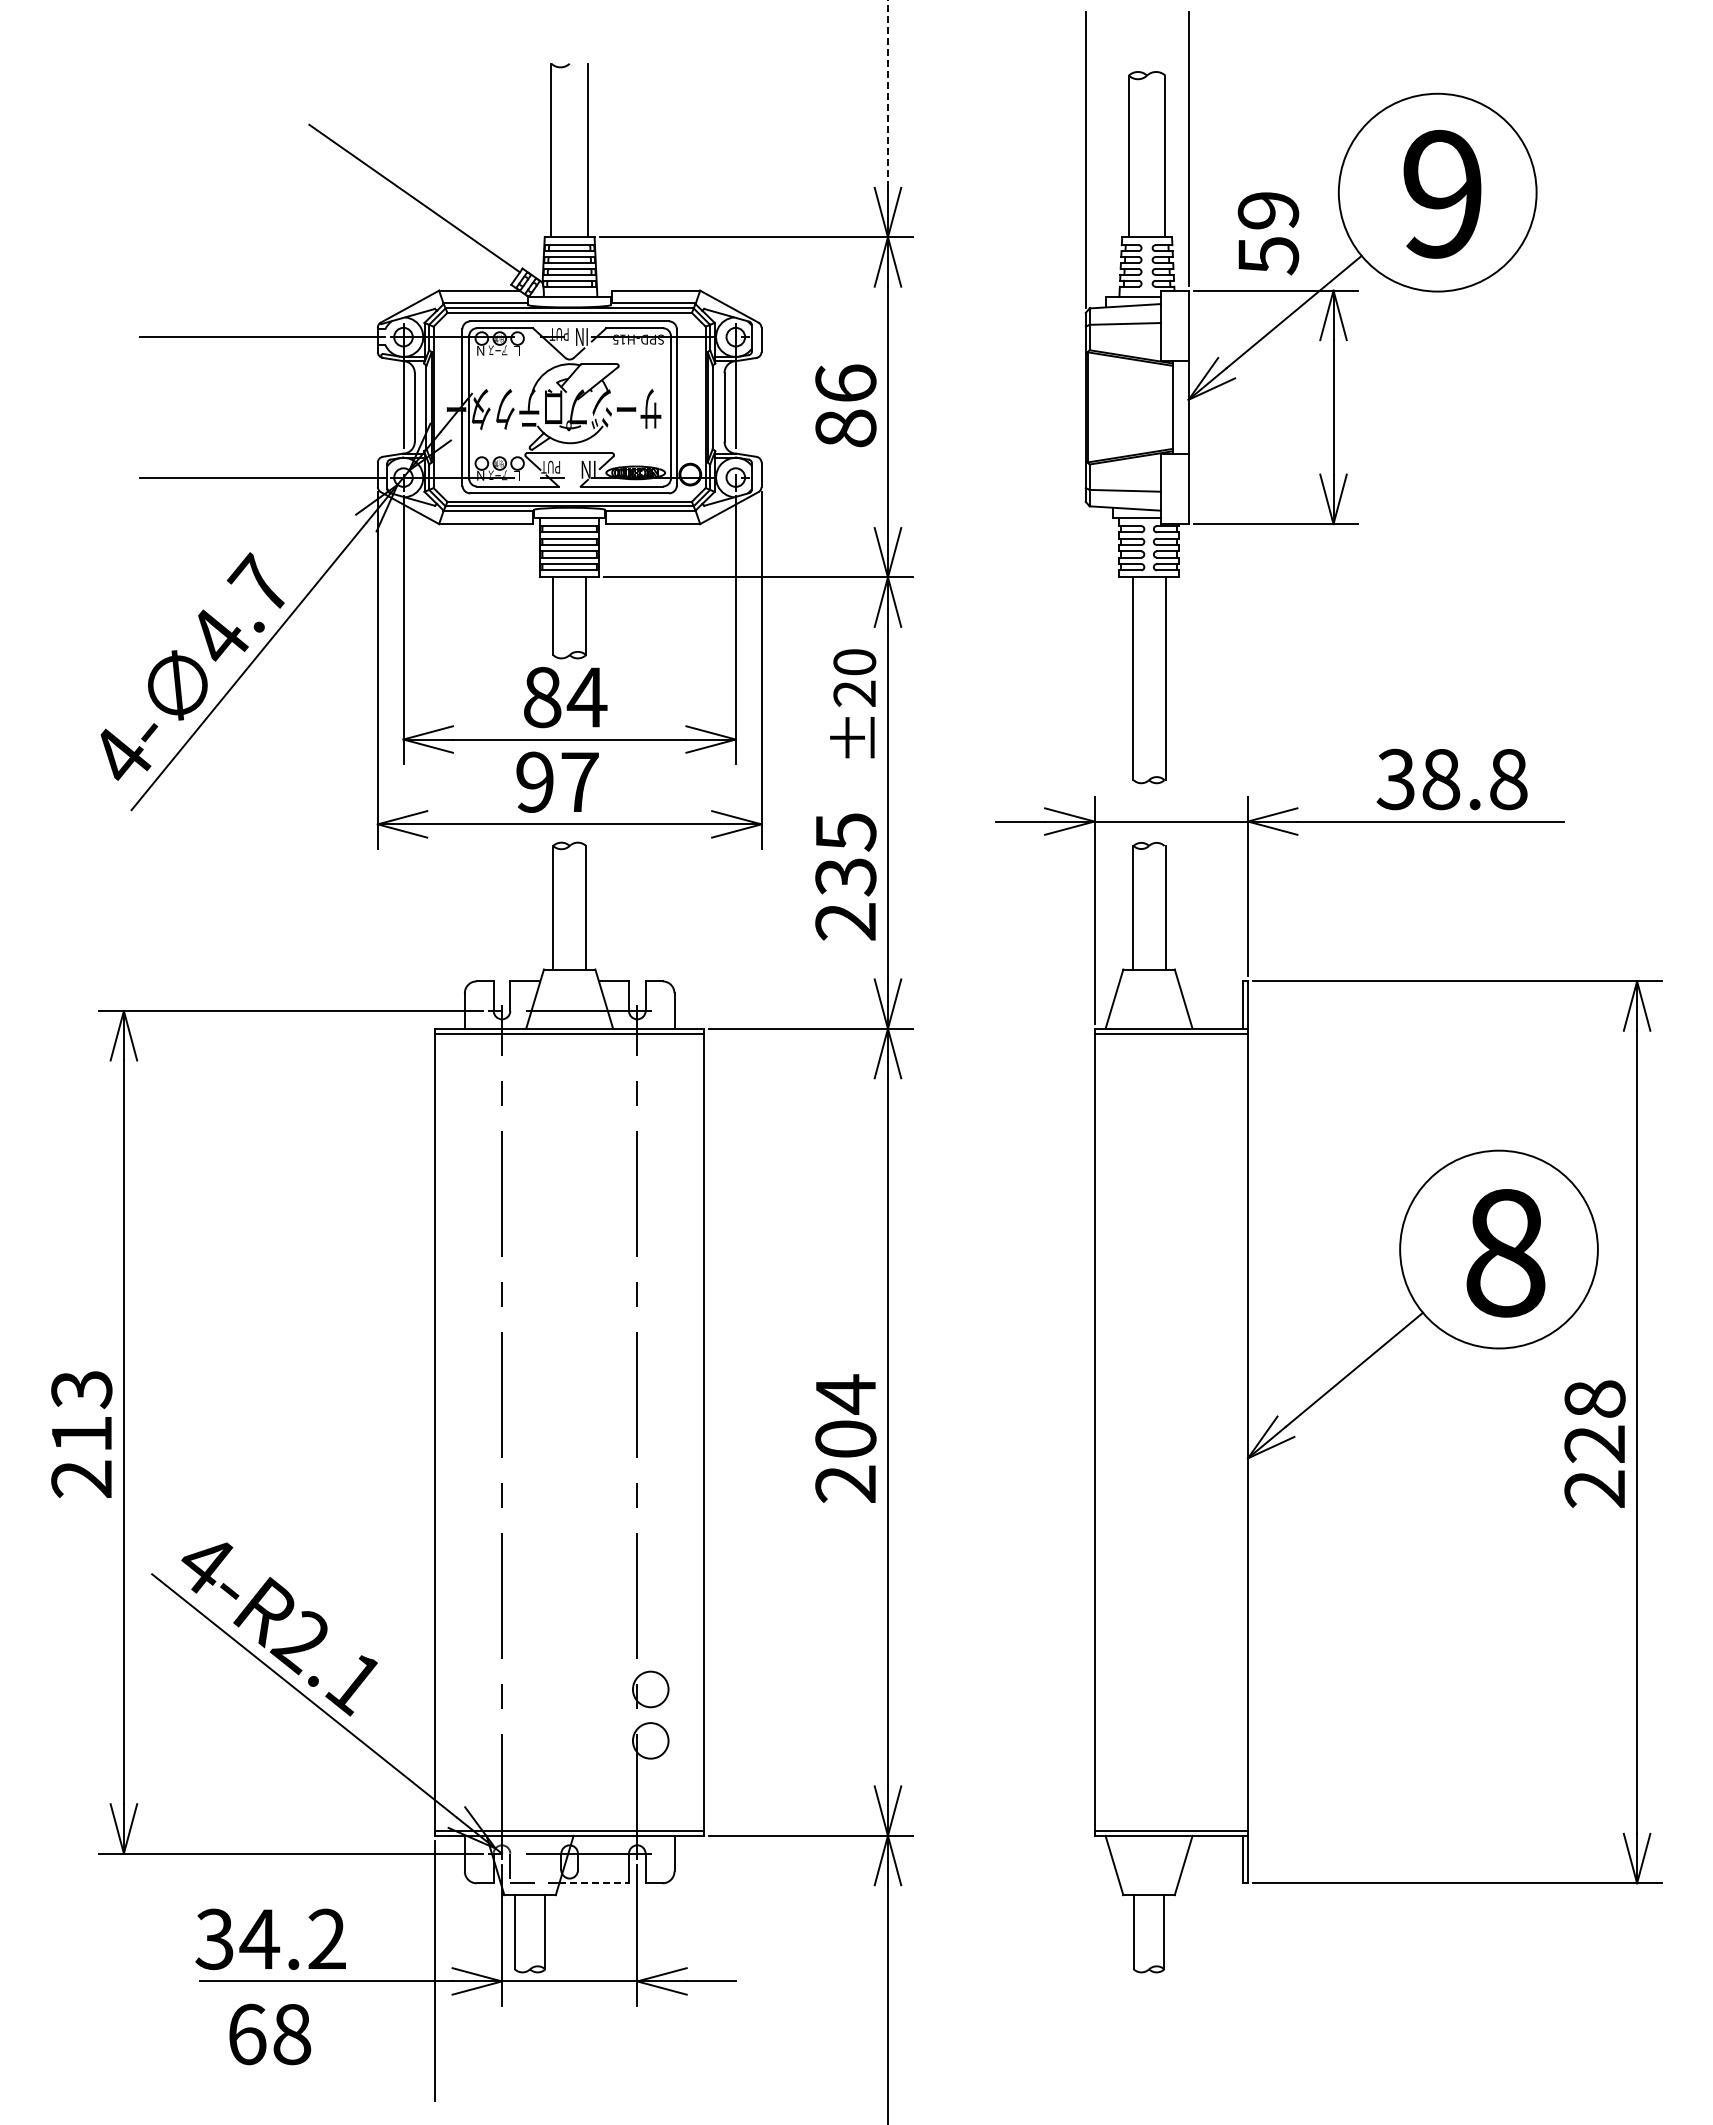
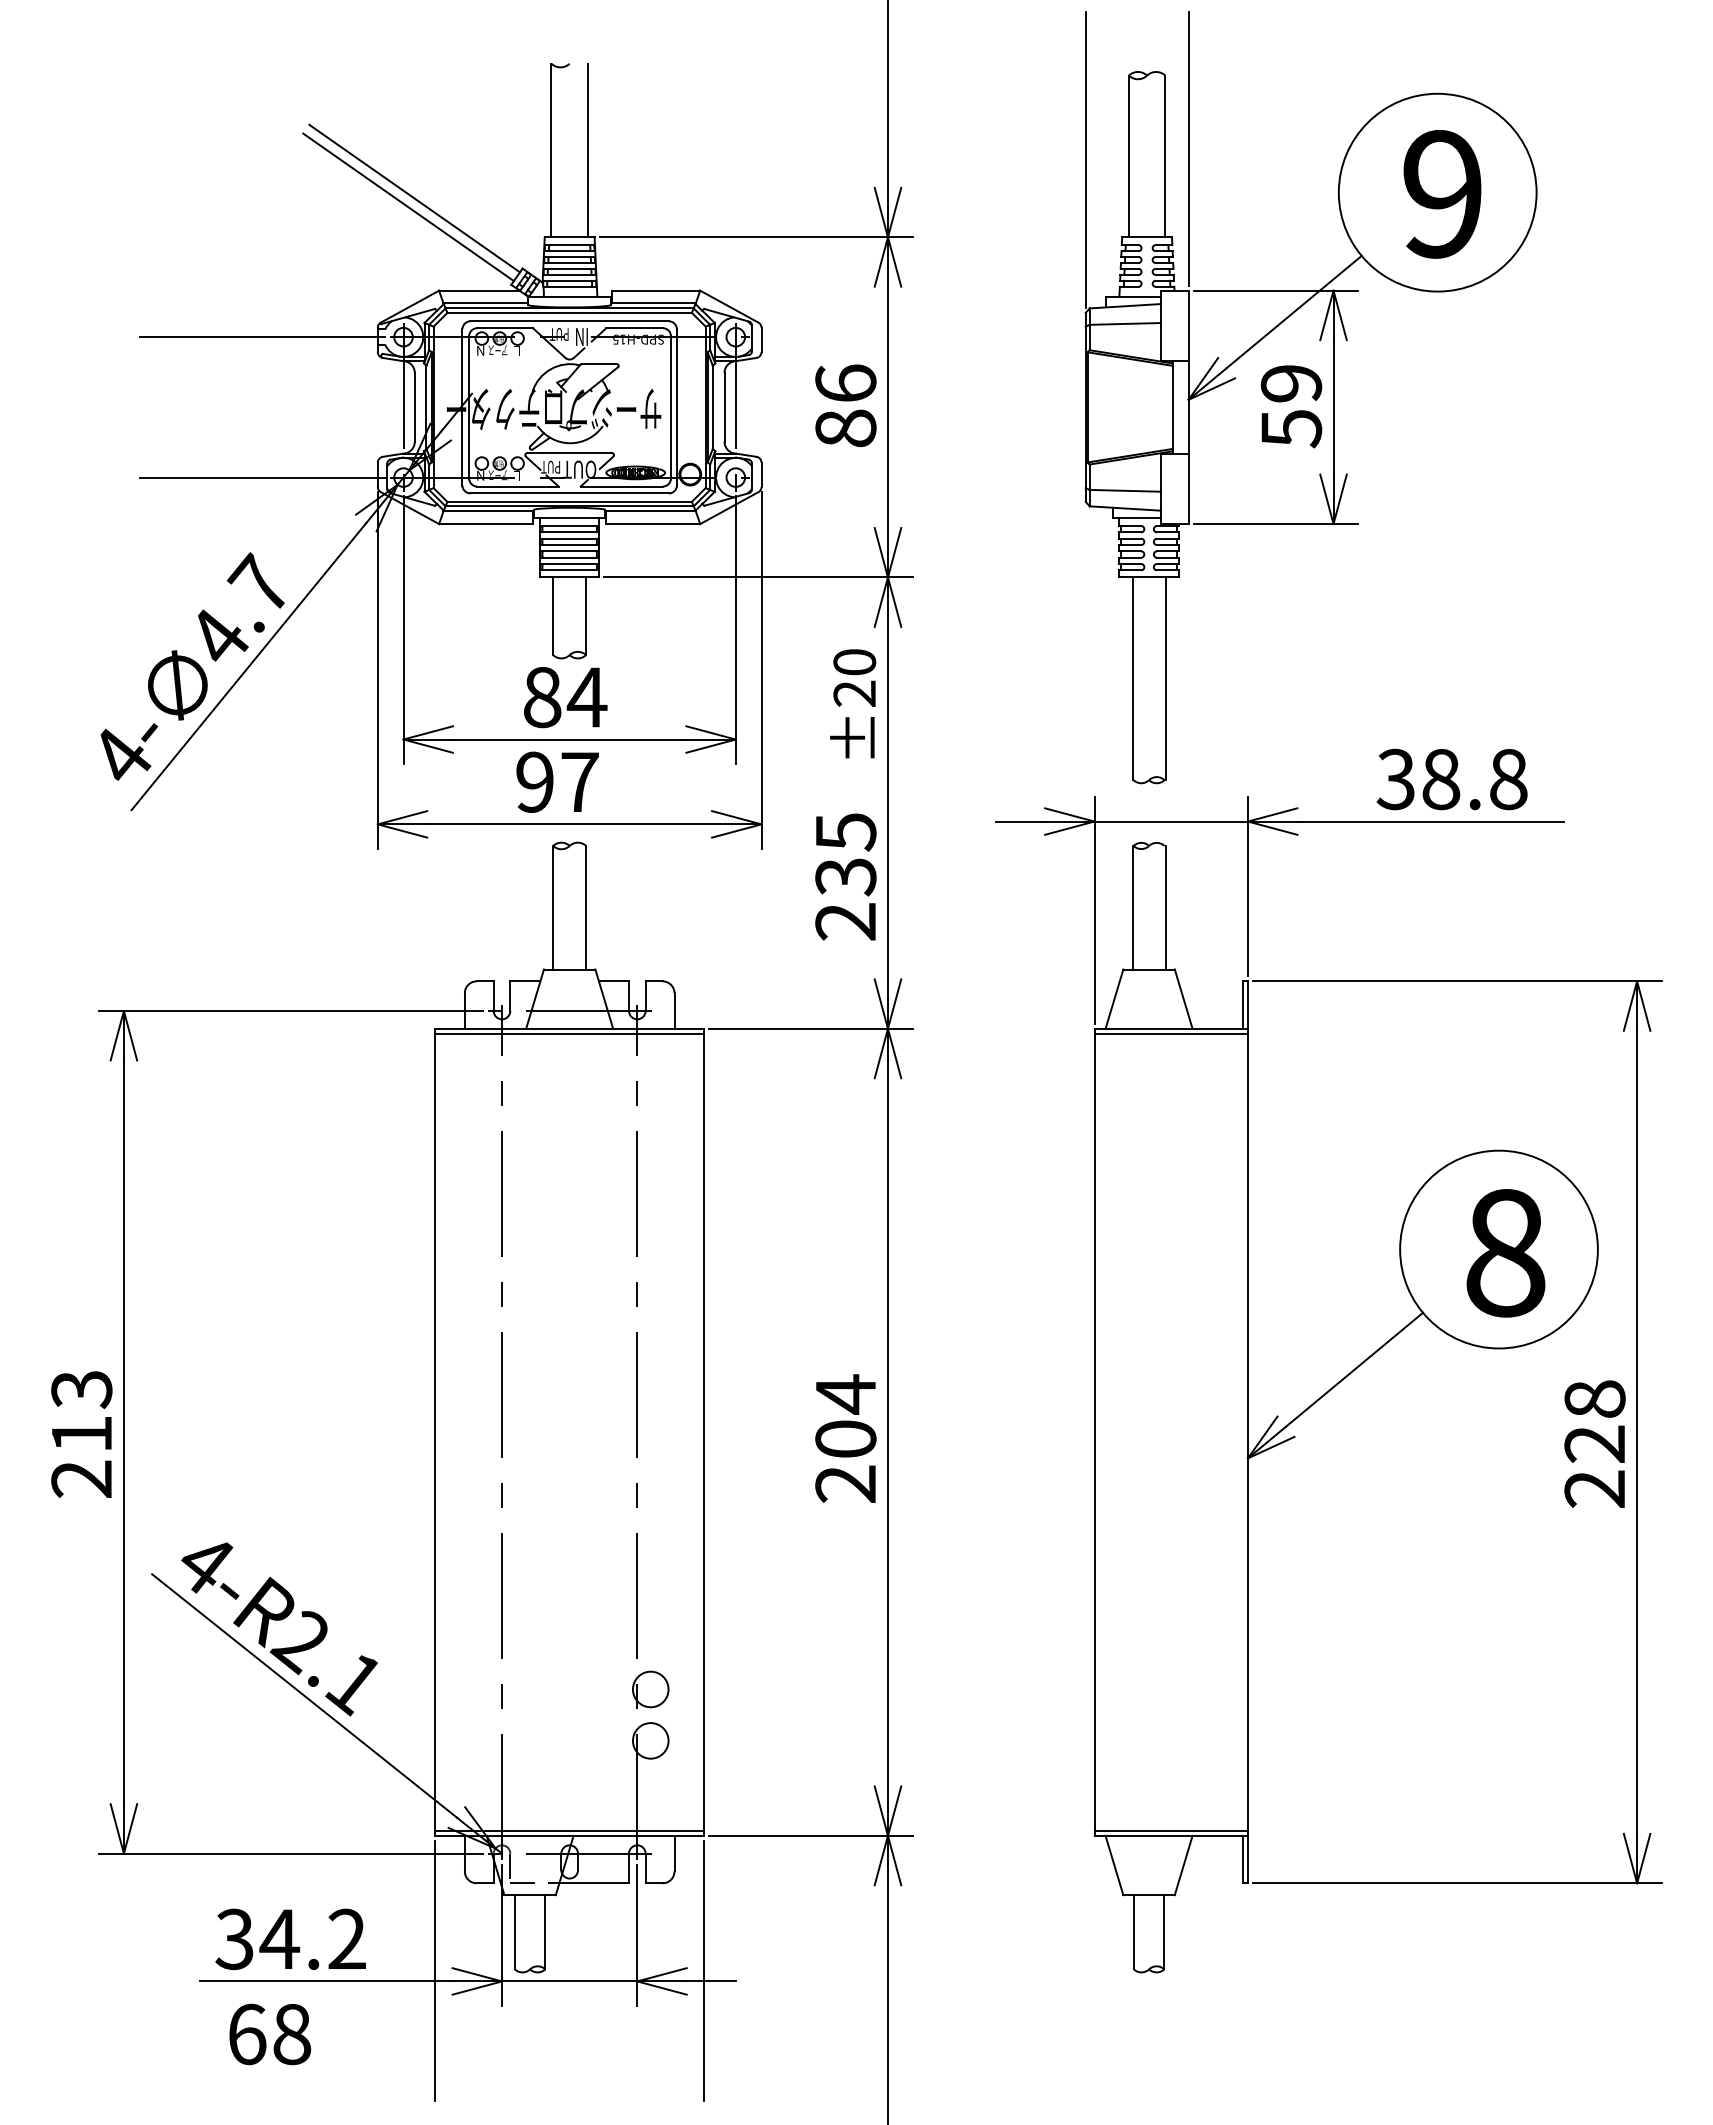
line at (887, 93): dashed -> solid
line at (408, 207): none -> present
text at (1268, 233) position: (1268, 233) -> (1291, 406)
text at (579, 469): IN -> OUT
line at (594, 1883): dashed -> solid
text at (270, 1938) position: (270, 1938) -> (290, 1938)
line at (704, 1970): none -> present
